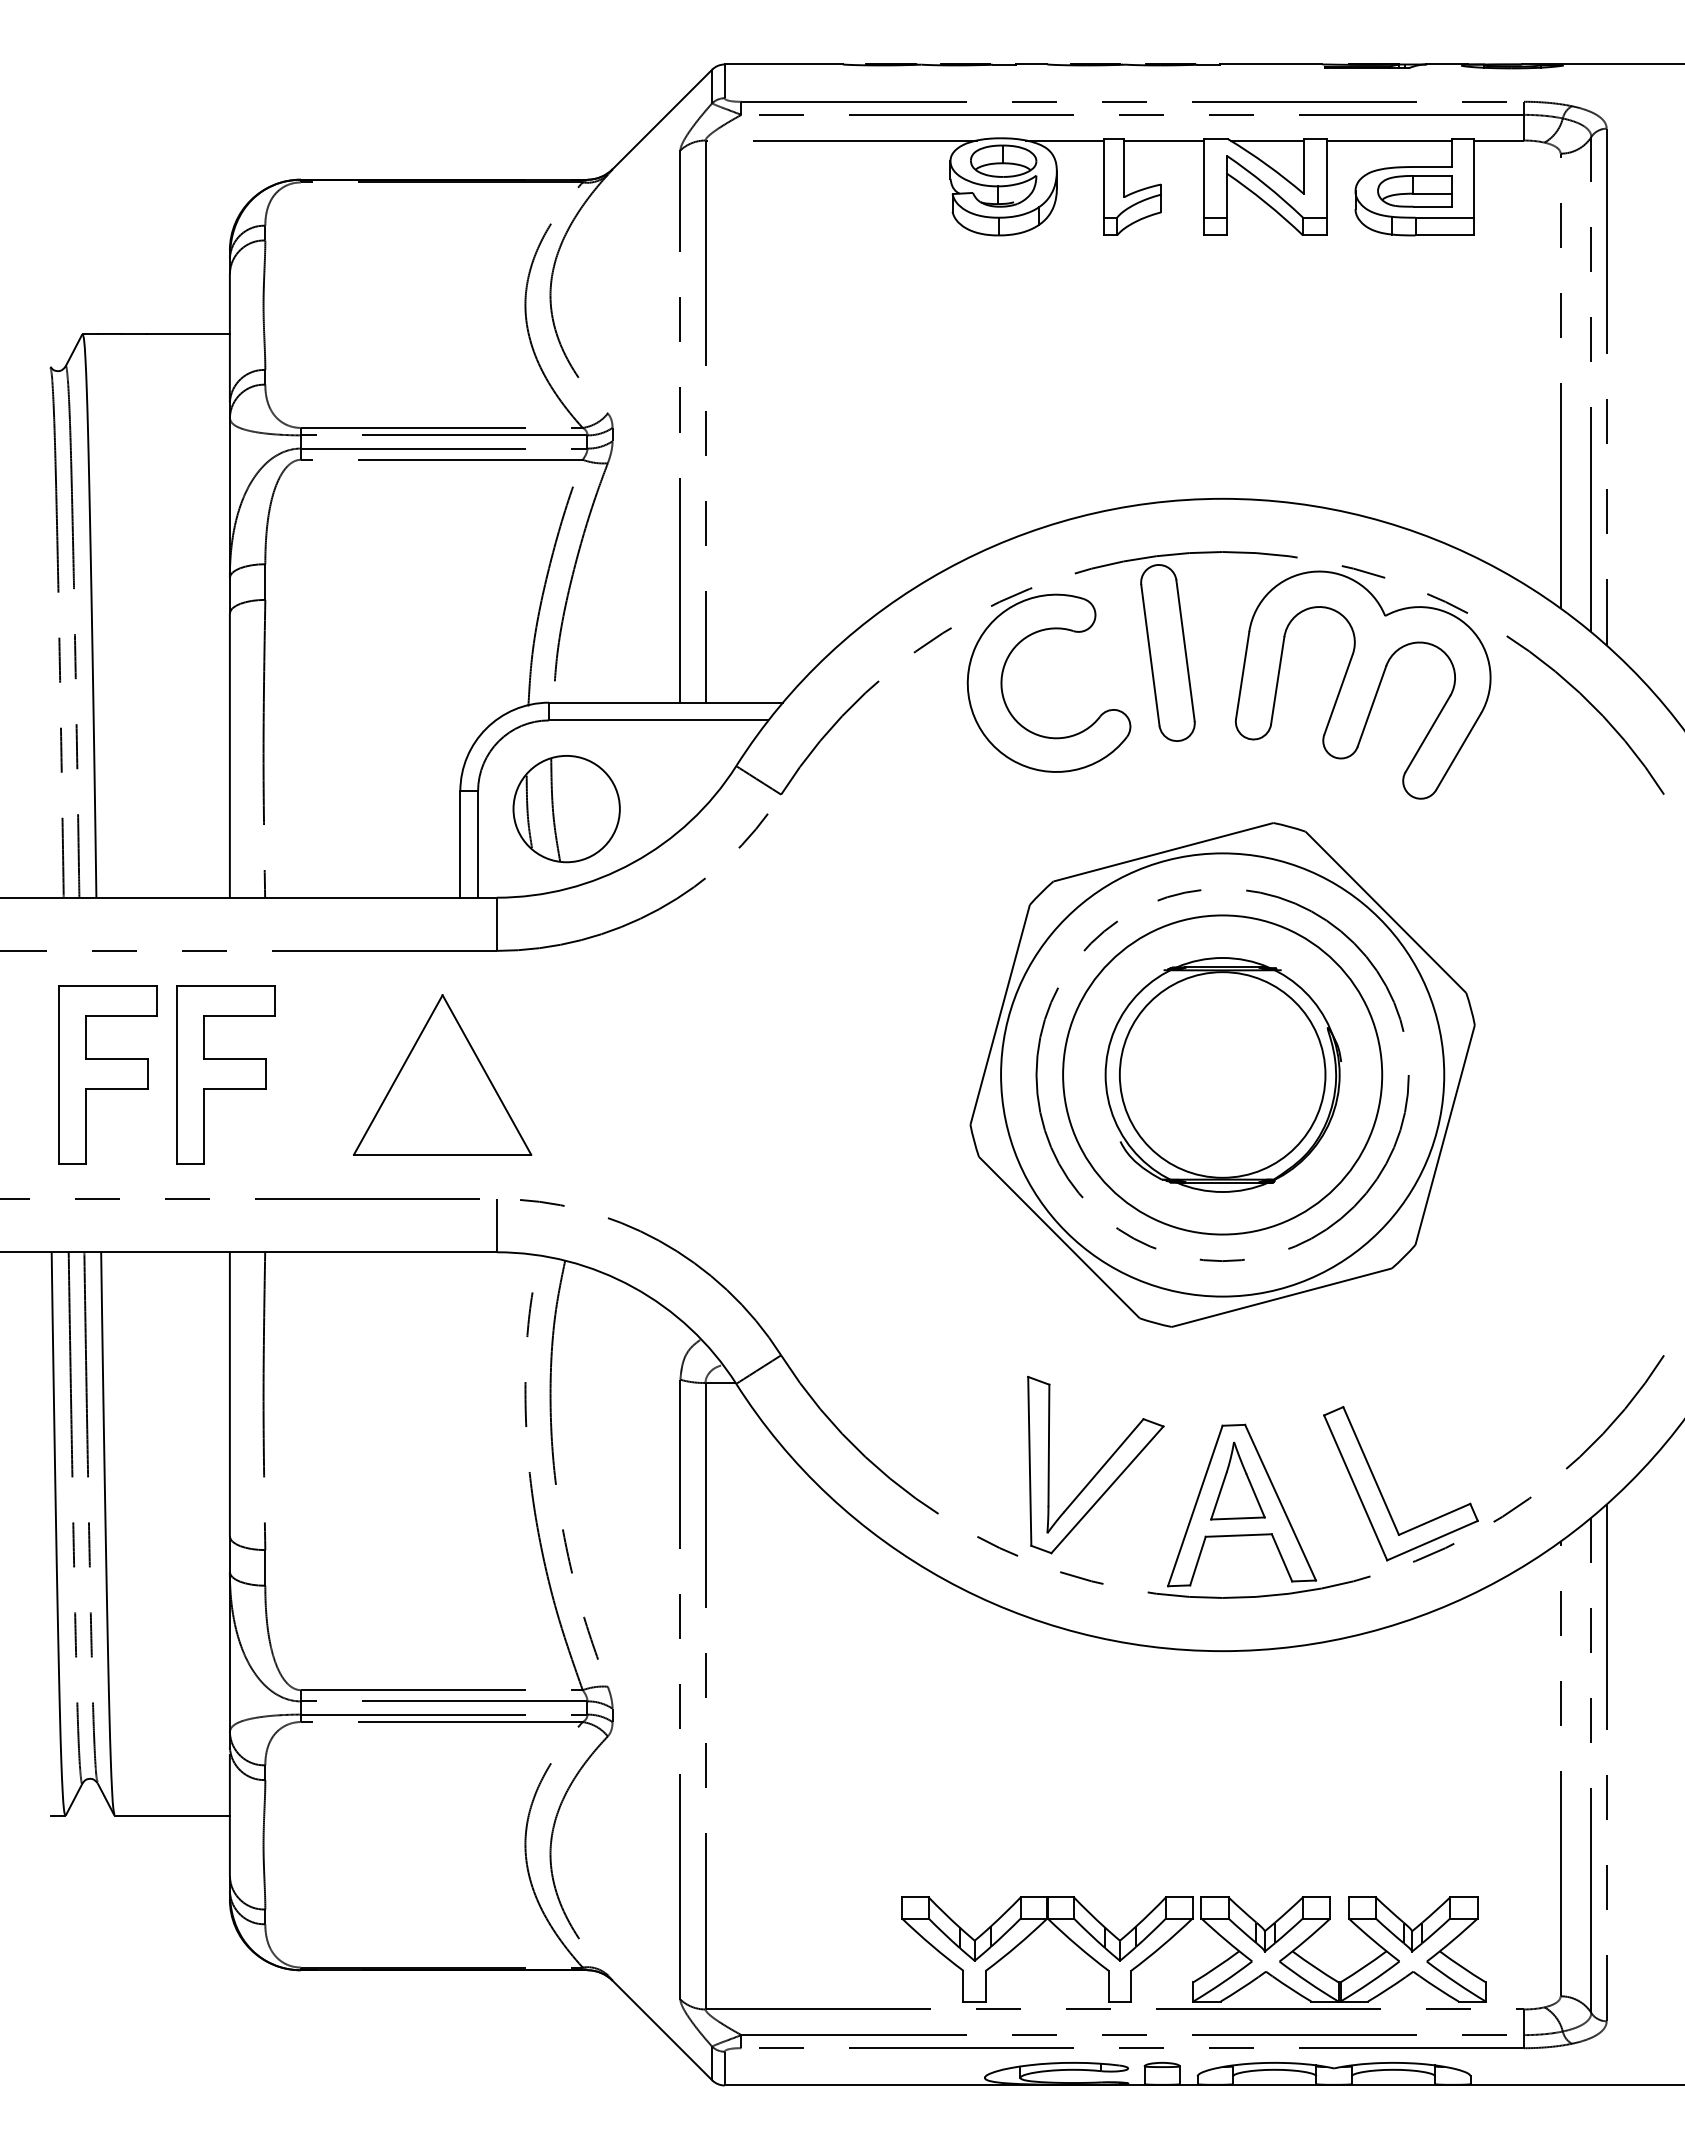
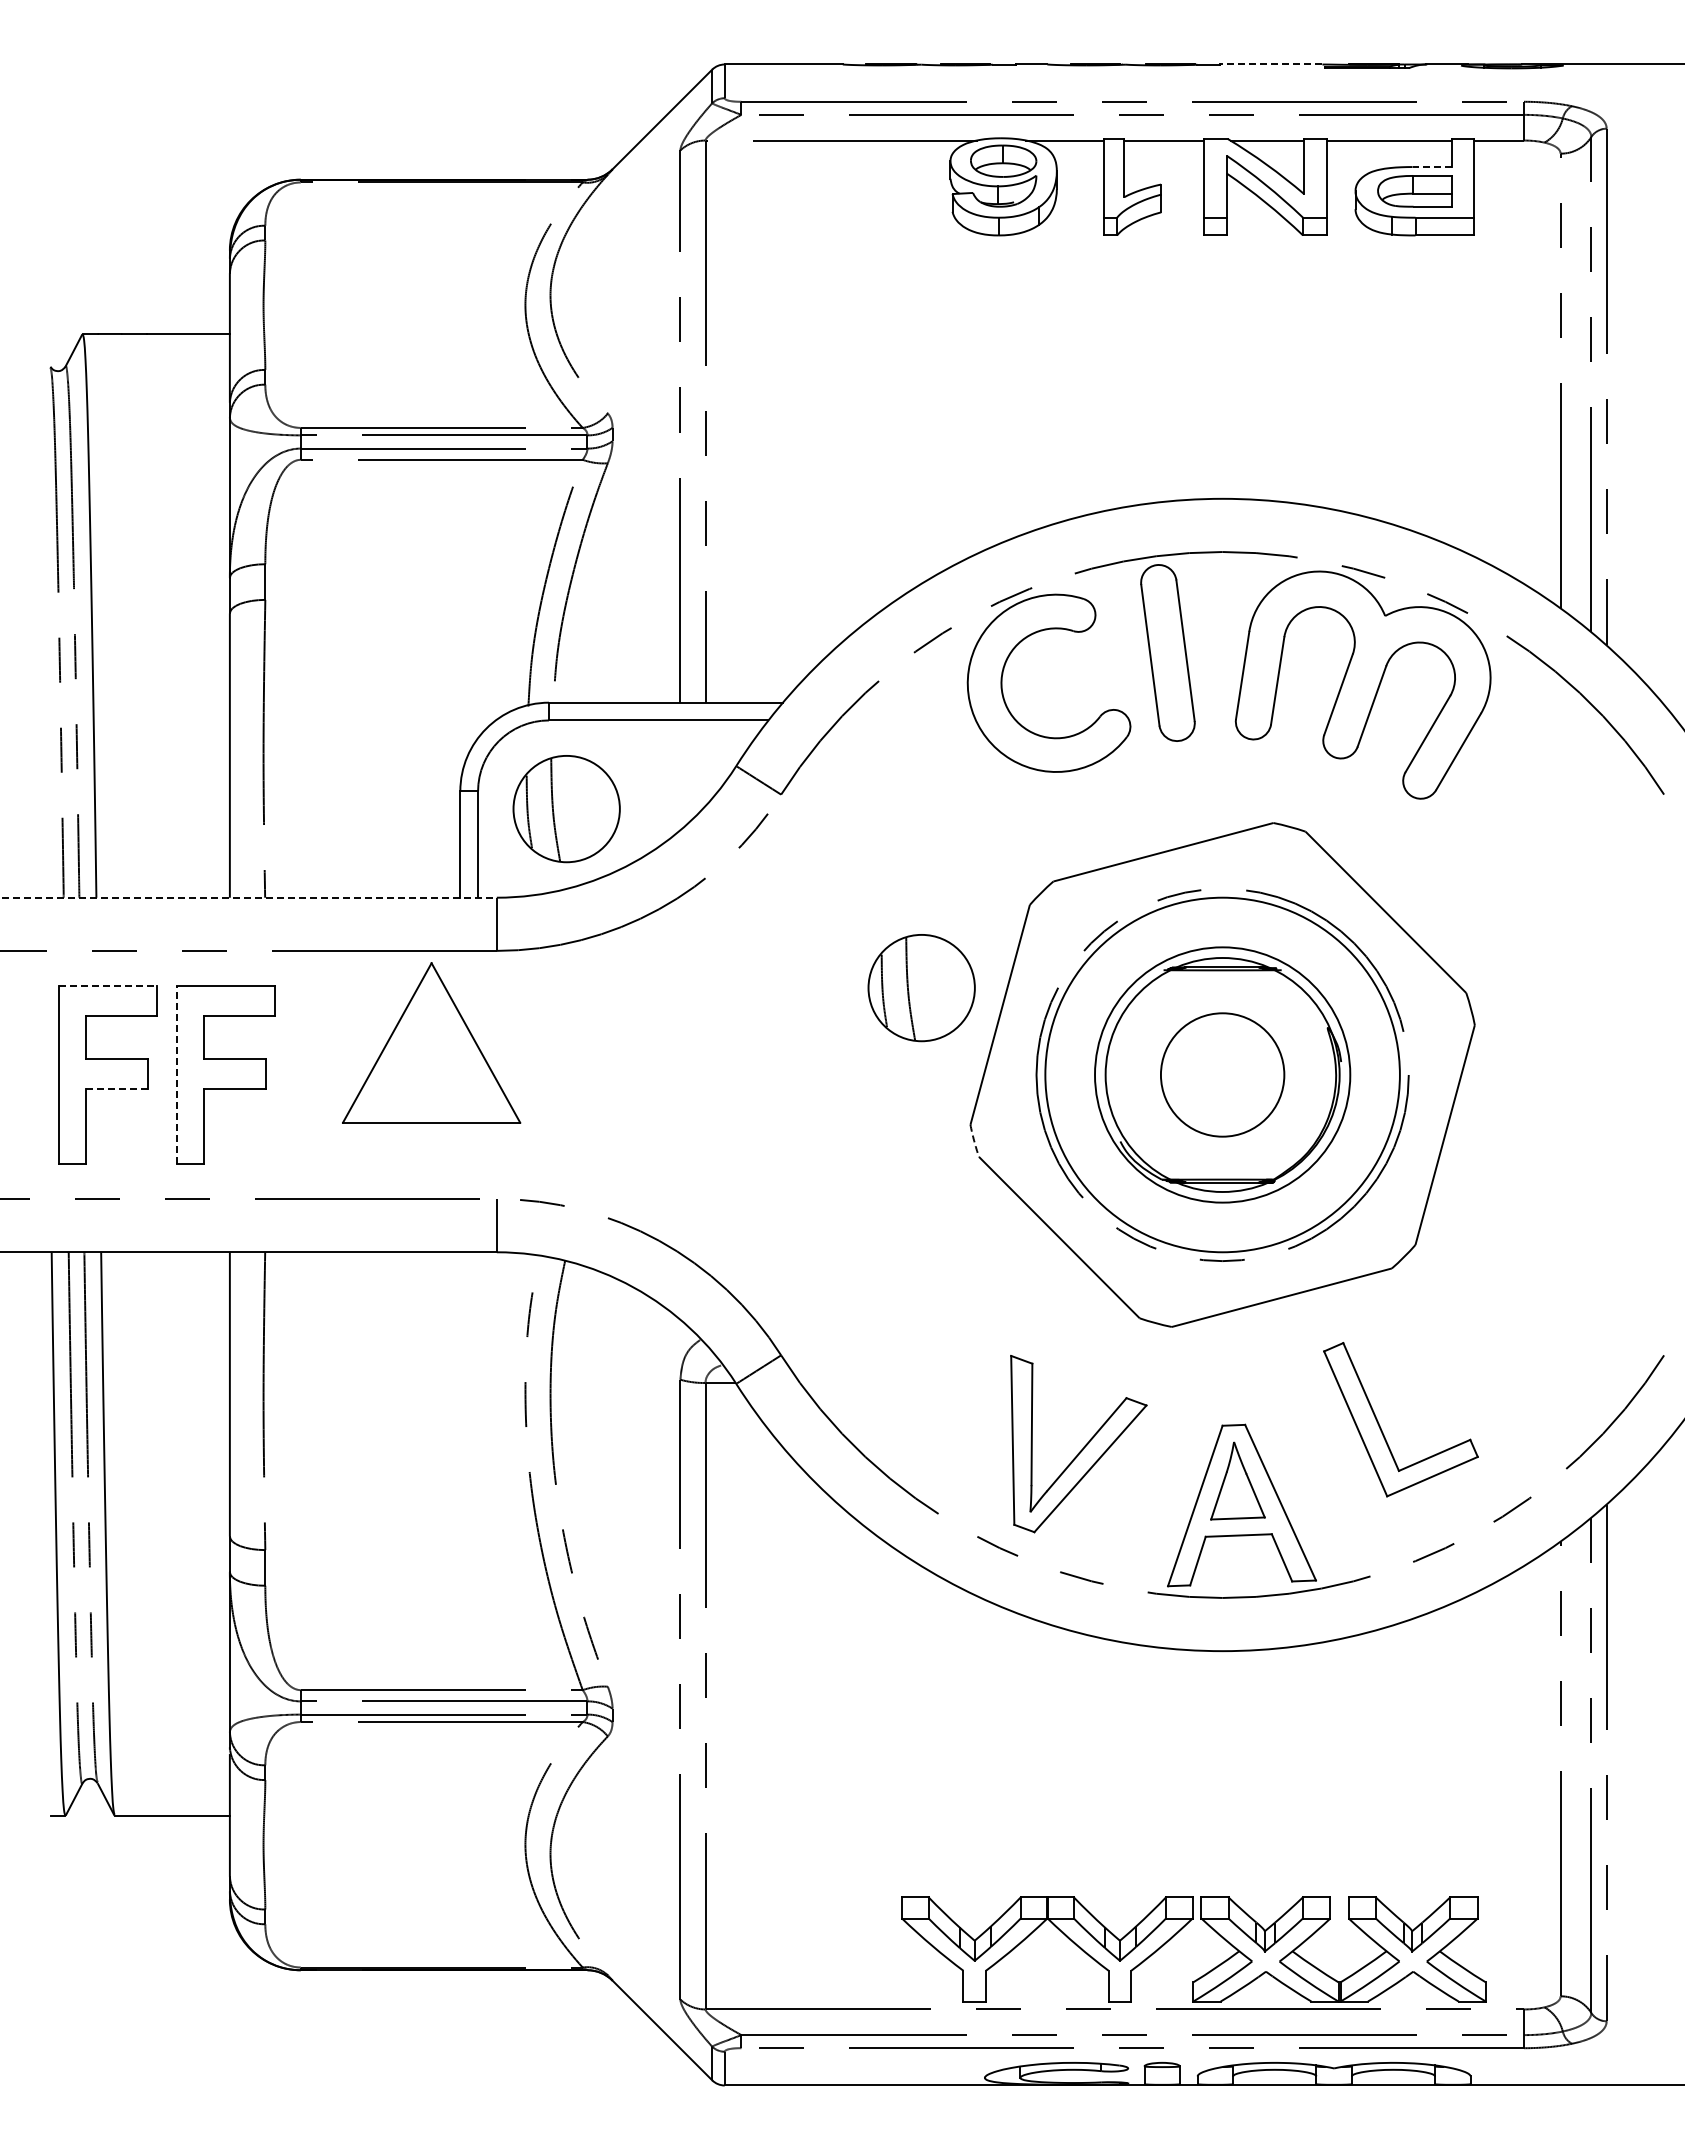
line at (1270, 64): solid -> dashed
line at (1432, 167): solid -> dashed
line at (249, 897): solid -> dashed
line at (107, 986): solid -> dashed
part at (921, 988): none -> present
line at (177, 1074): solid -> dashed
part at (442, 1074) position: (442, 1074) -> (431, 1042)
circle at (1222, 1074) diameter: 206 px -> 123 px
circle at (1222, 1074) diameter: 319 px -> 255 px
circle at (1222, 1074) diameter: 443 px -> 355 px
line at (116, 1088): solid -> dashed
arc at (974, 1141): solid -> dashed
part at (1095, 1465) position: (1095, 1465) -> (1078, 1444)
part at (1381, 1491) position: (1381, 1491) -> (1381, 1427)
